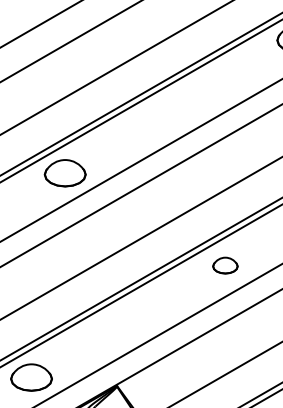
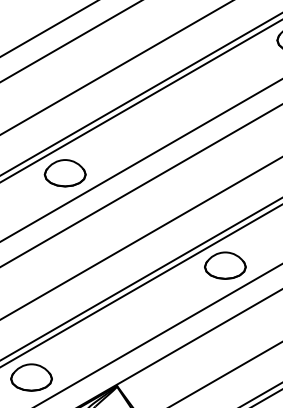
line at (40, 24) position: (40, 24) -> (48, 29)
part at (225, 265) size: 27x19 px -> 43x29 px
